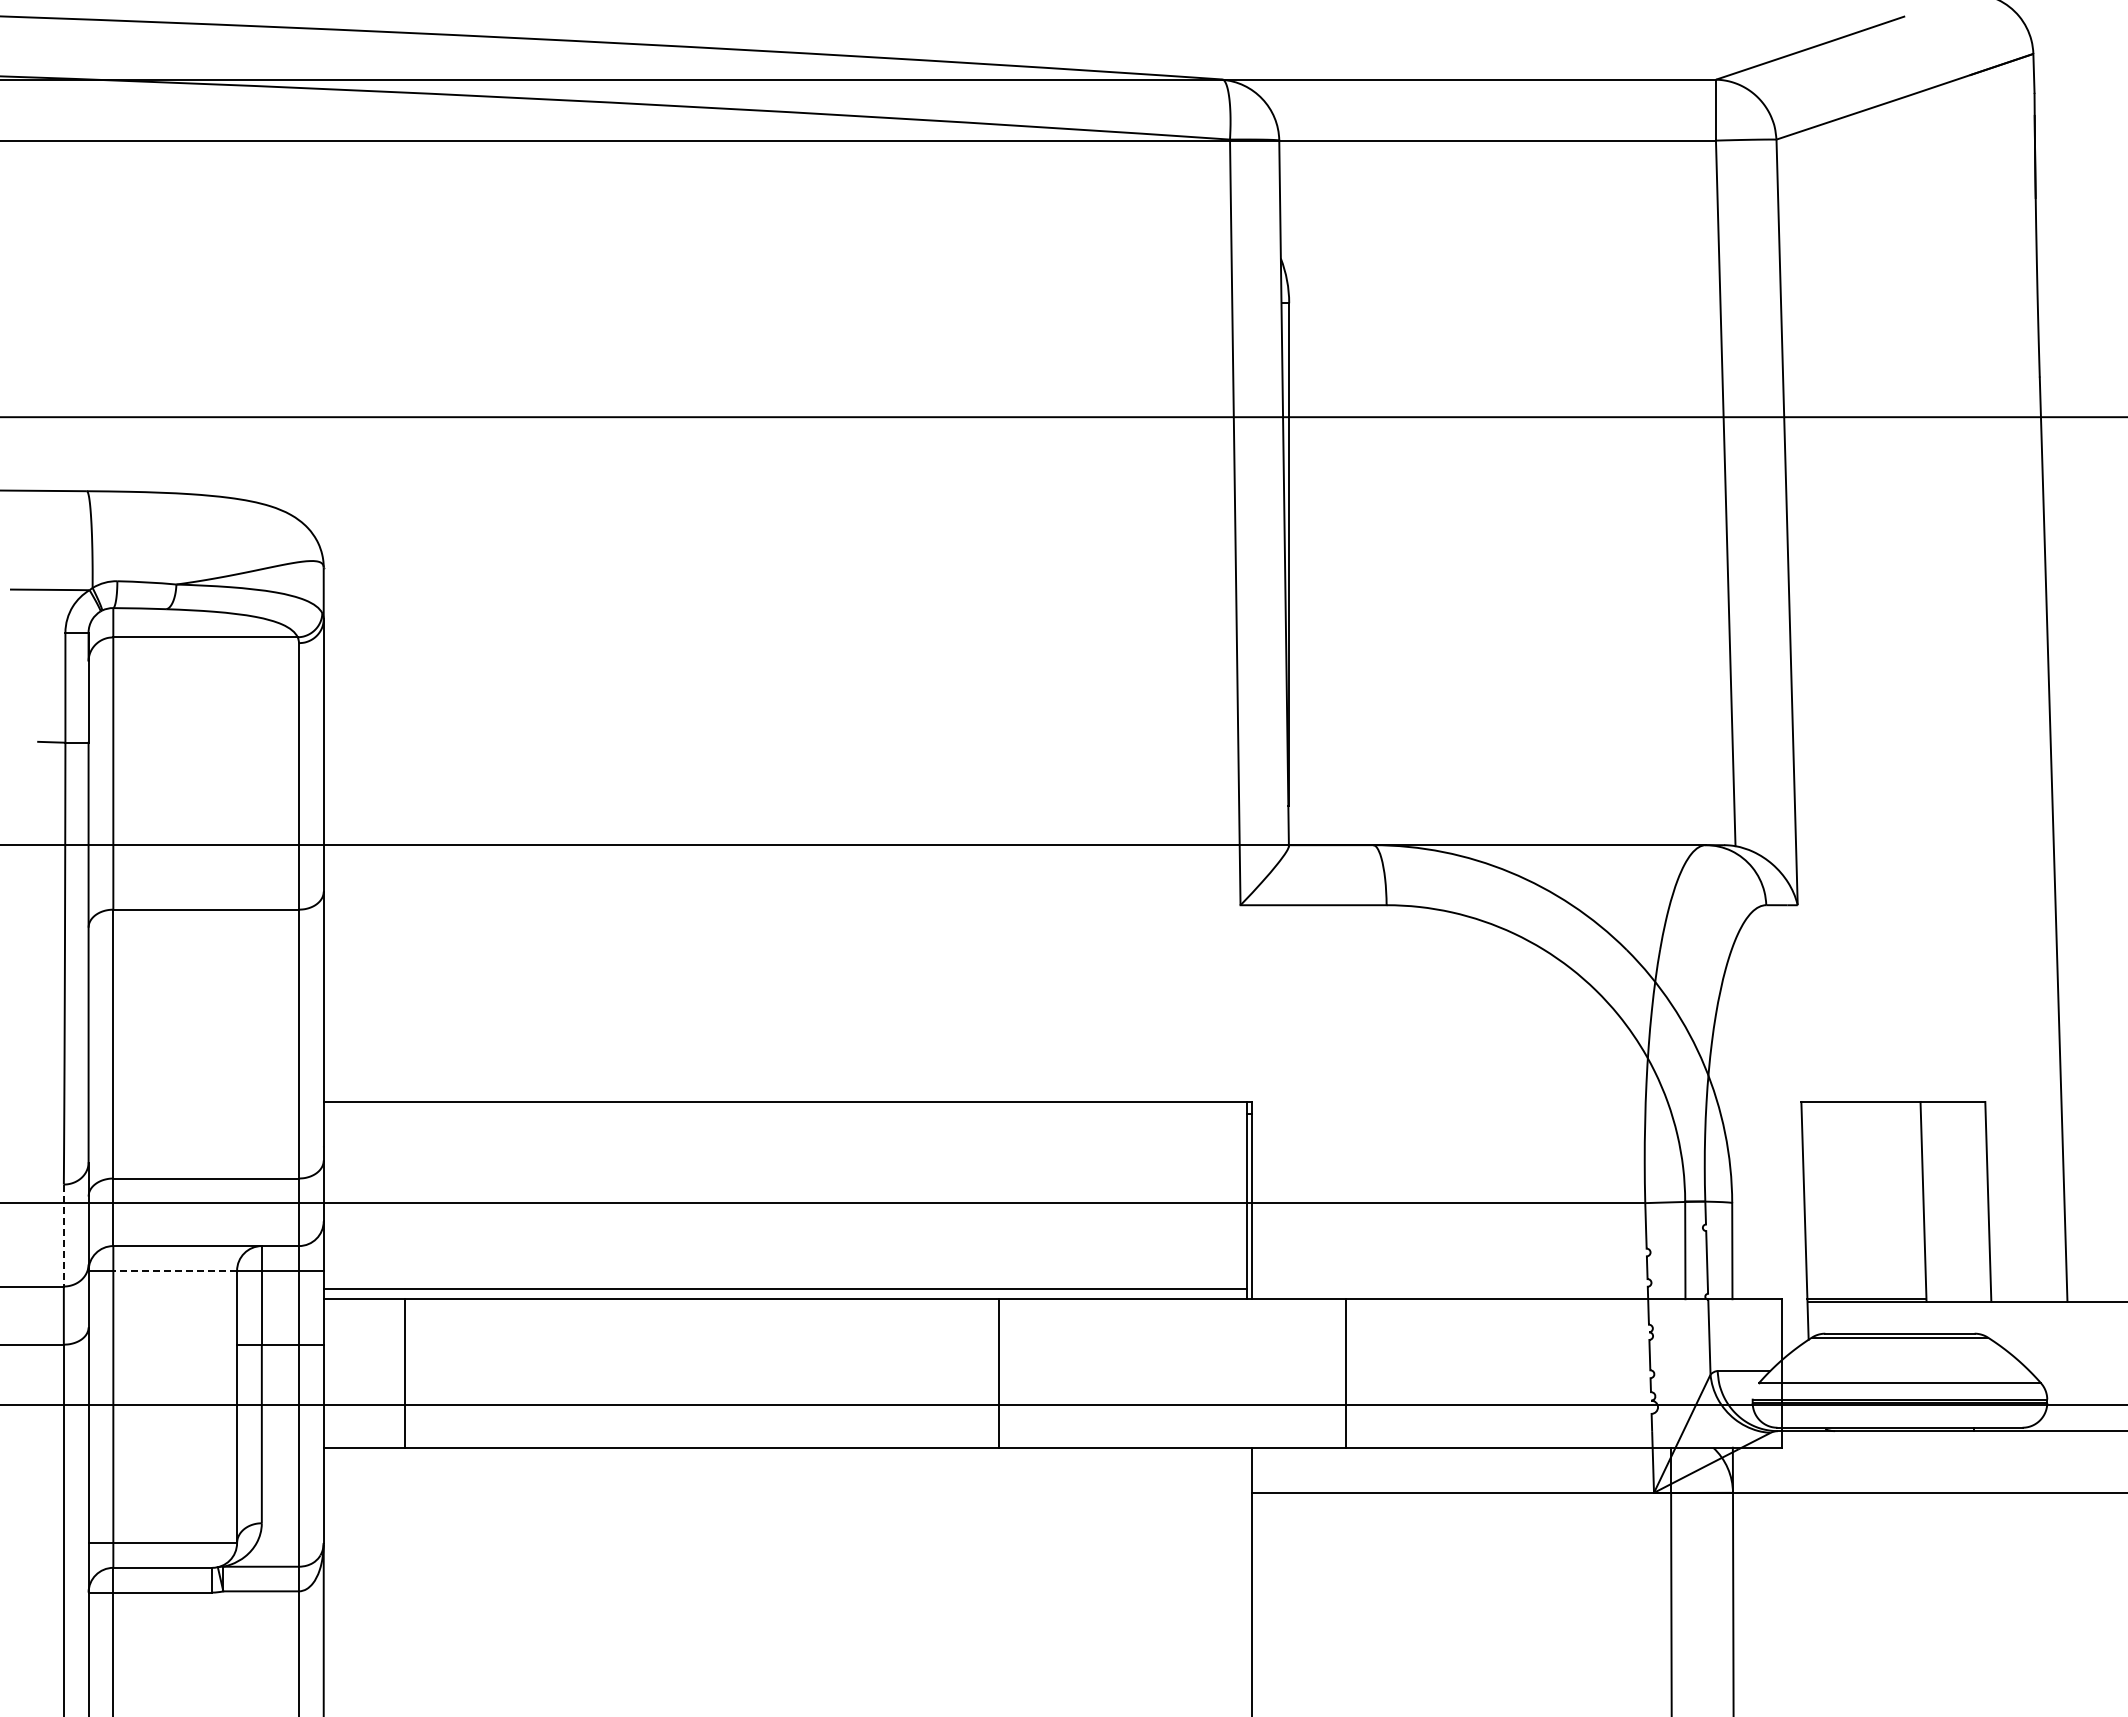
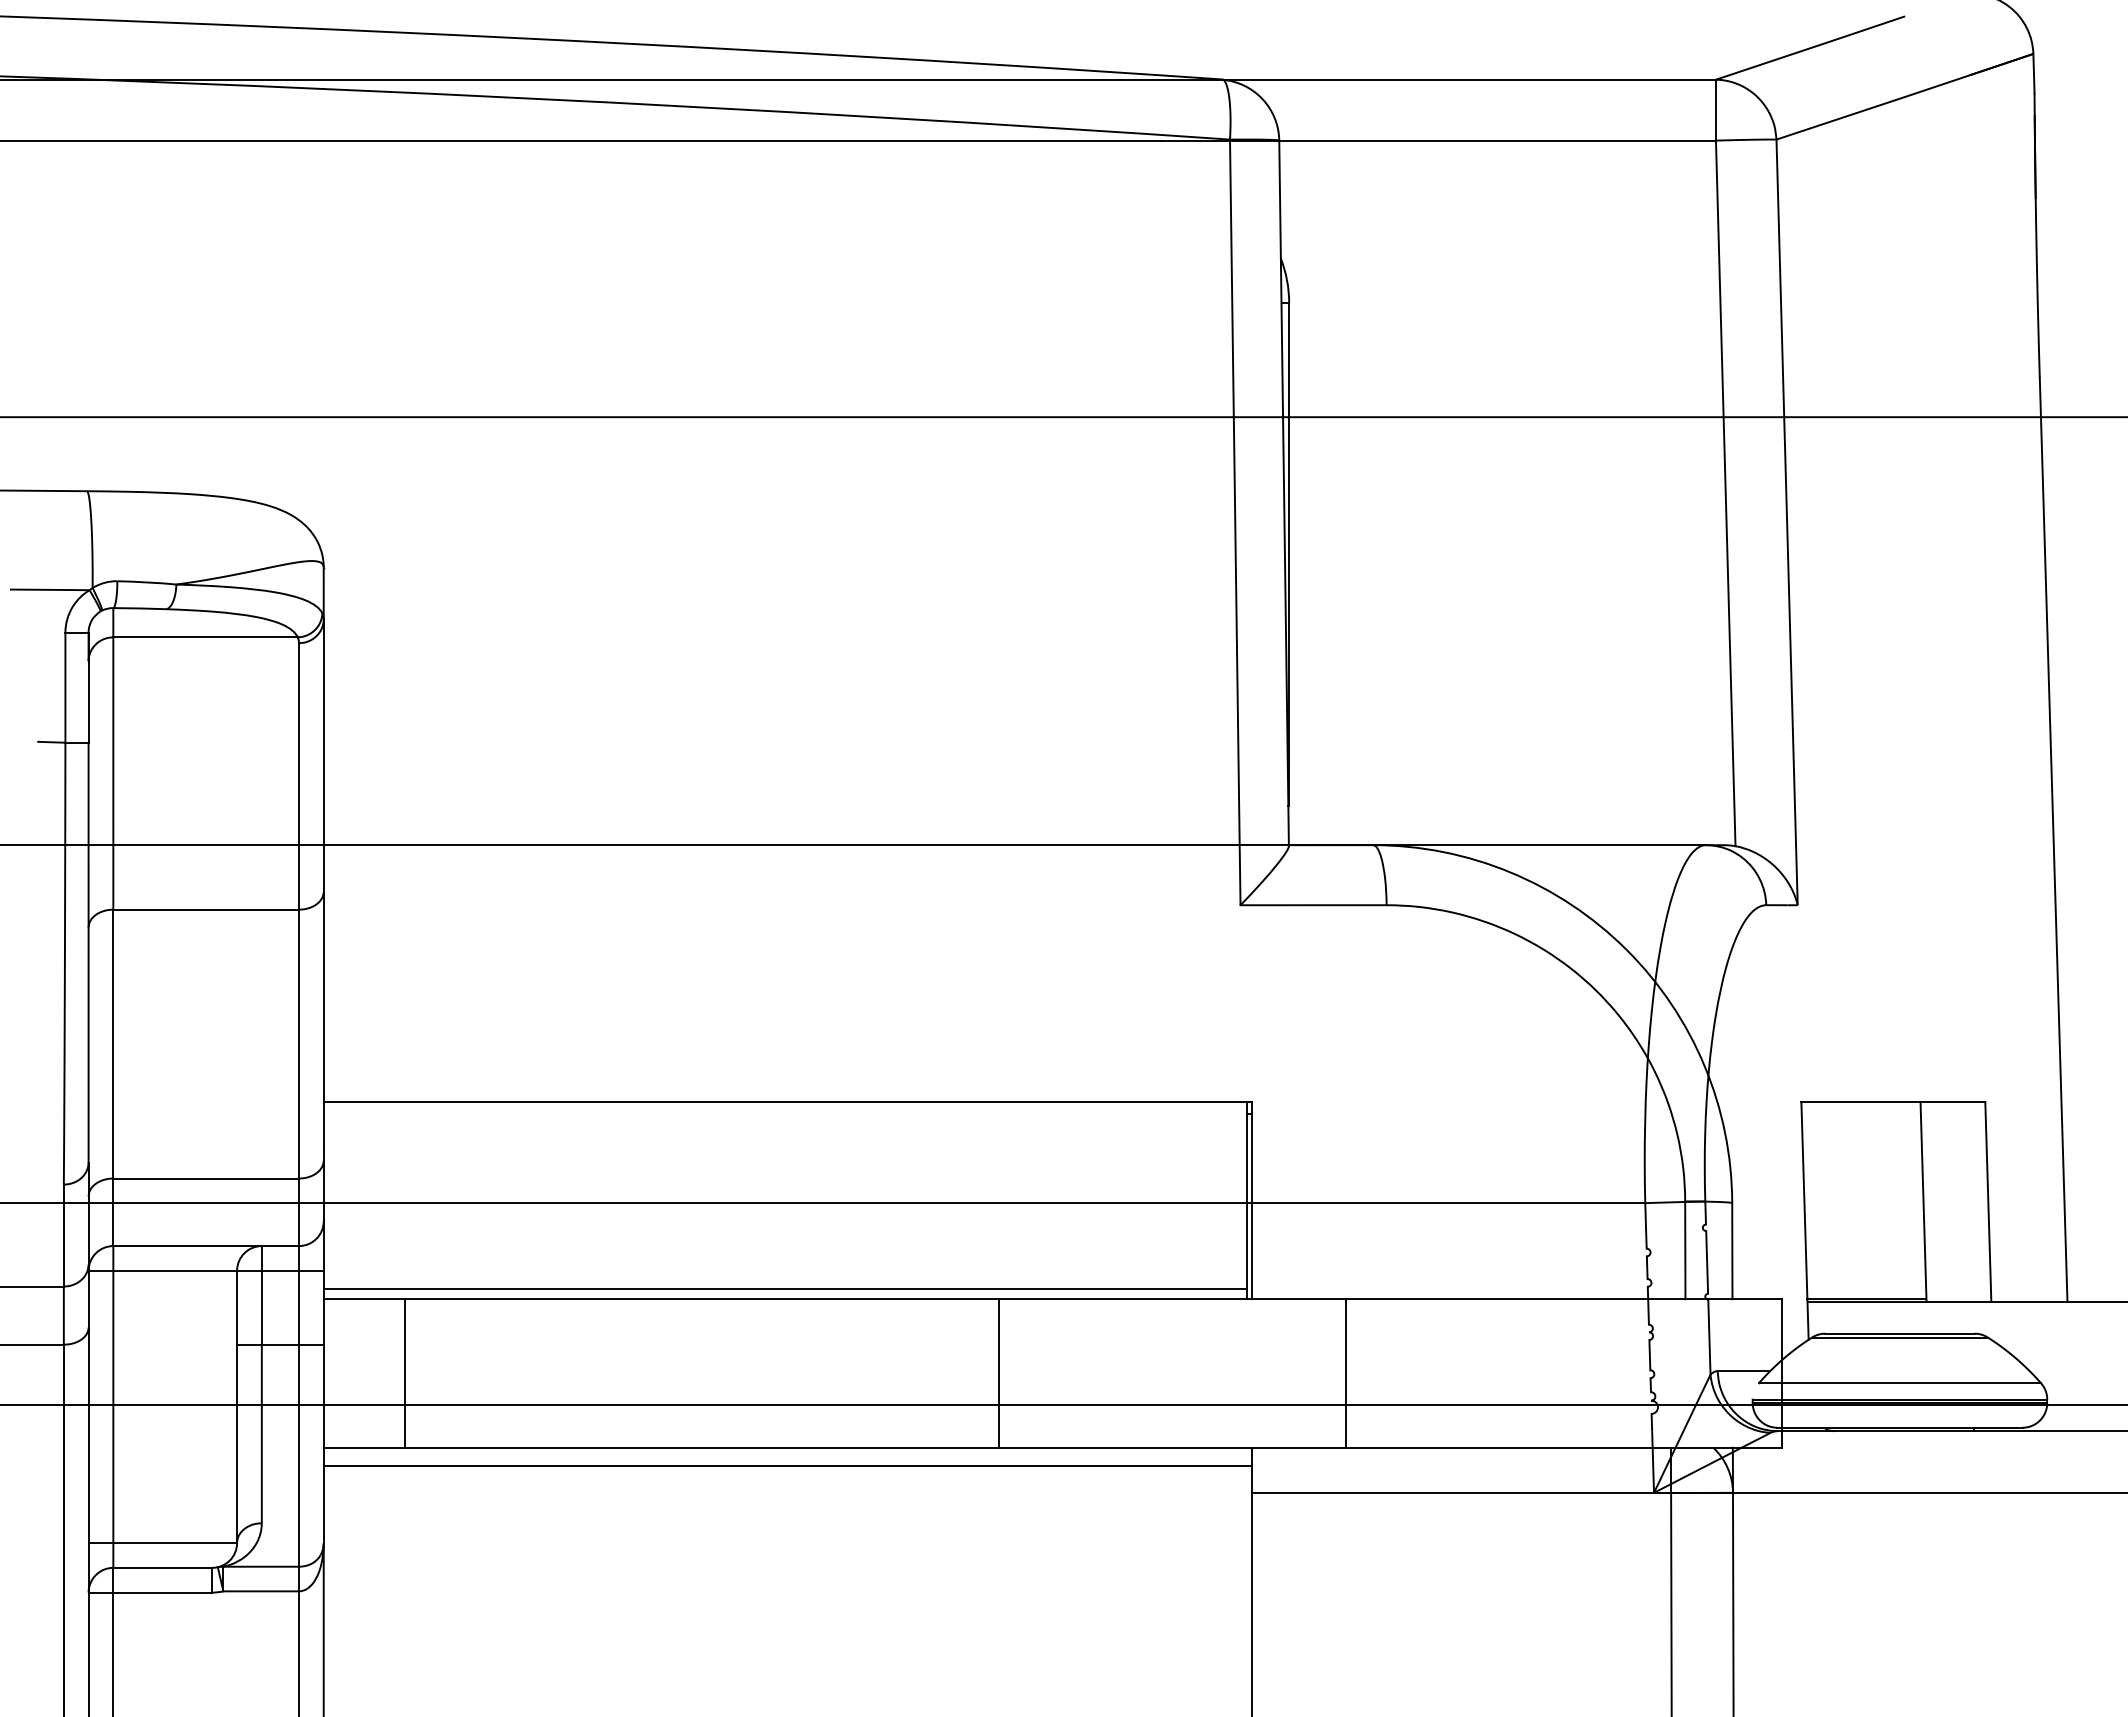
line at (63, 1235): dashed -> solid
line at (175, 1270): dashed -> solid
line at (787, 1465): none -> present
